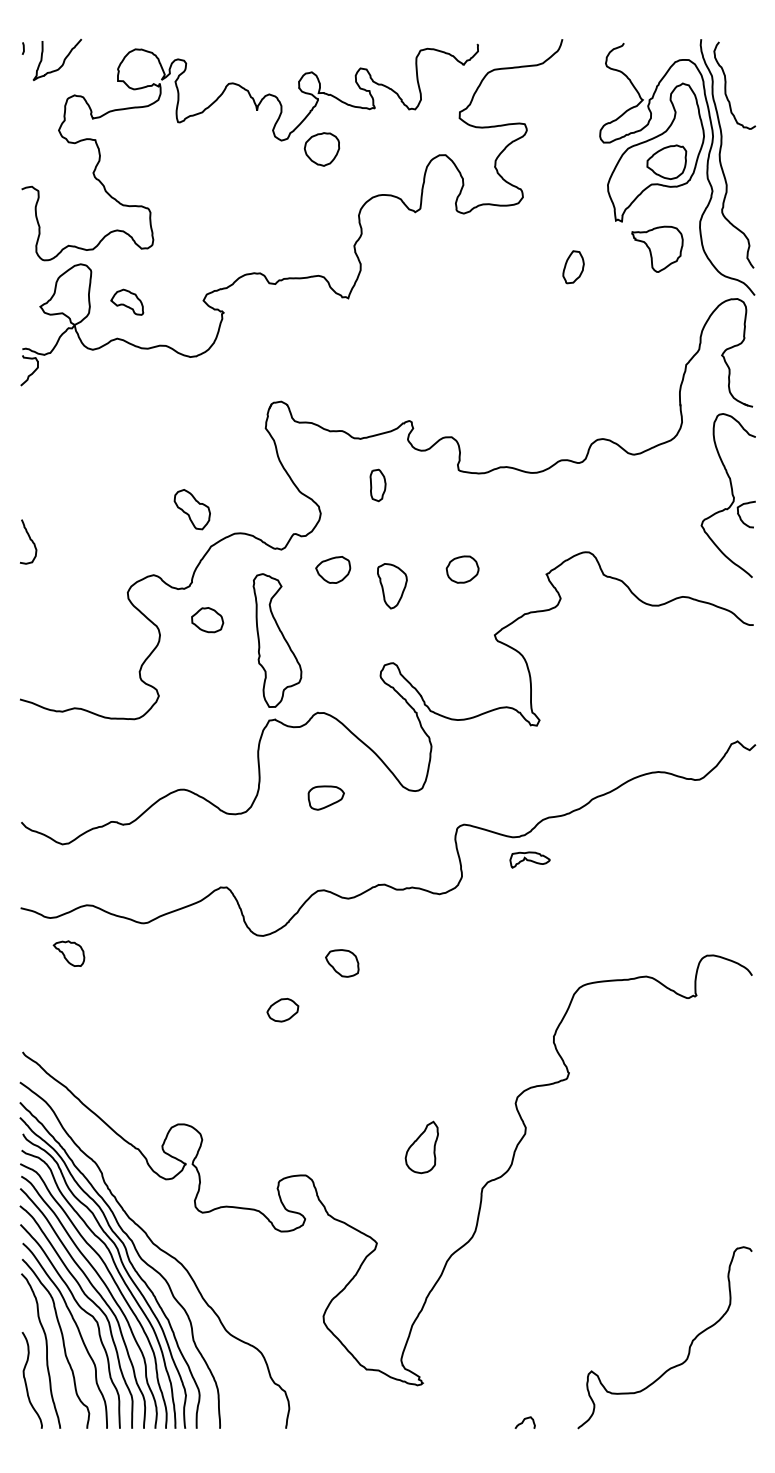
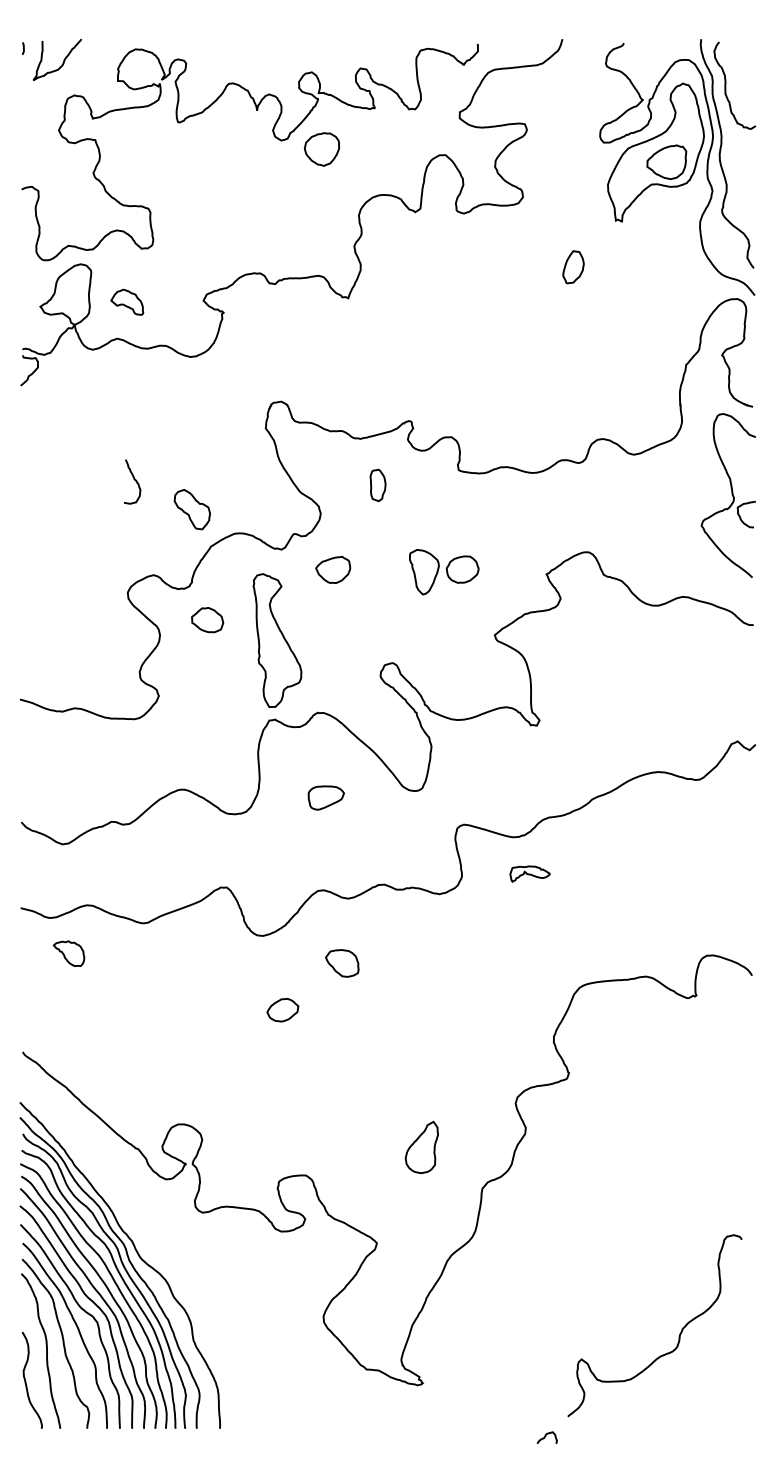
part at (657, 248): present -> none
curve at (29, 539) position: (29, 539) -> (133, 479)
part at (392, 586) position: (392, 586) -> (424, 572)
part at (529, 859) position: (529, 859) -> (529, 873)
curve at (157, 1248): present -> none
curve at (689, 1345) position: (689, 1345) -> (679, 1333)
curve at (524, 1421) position: (524, 1421) -> (546, 1436)
